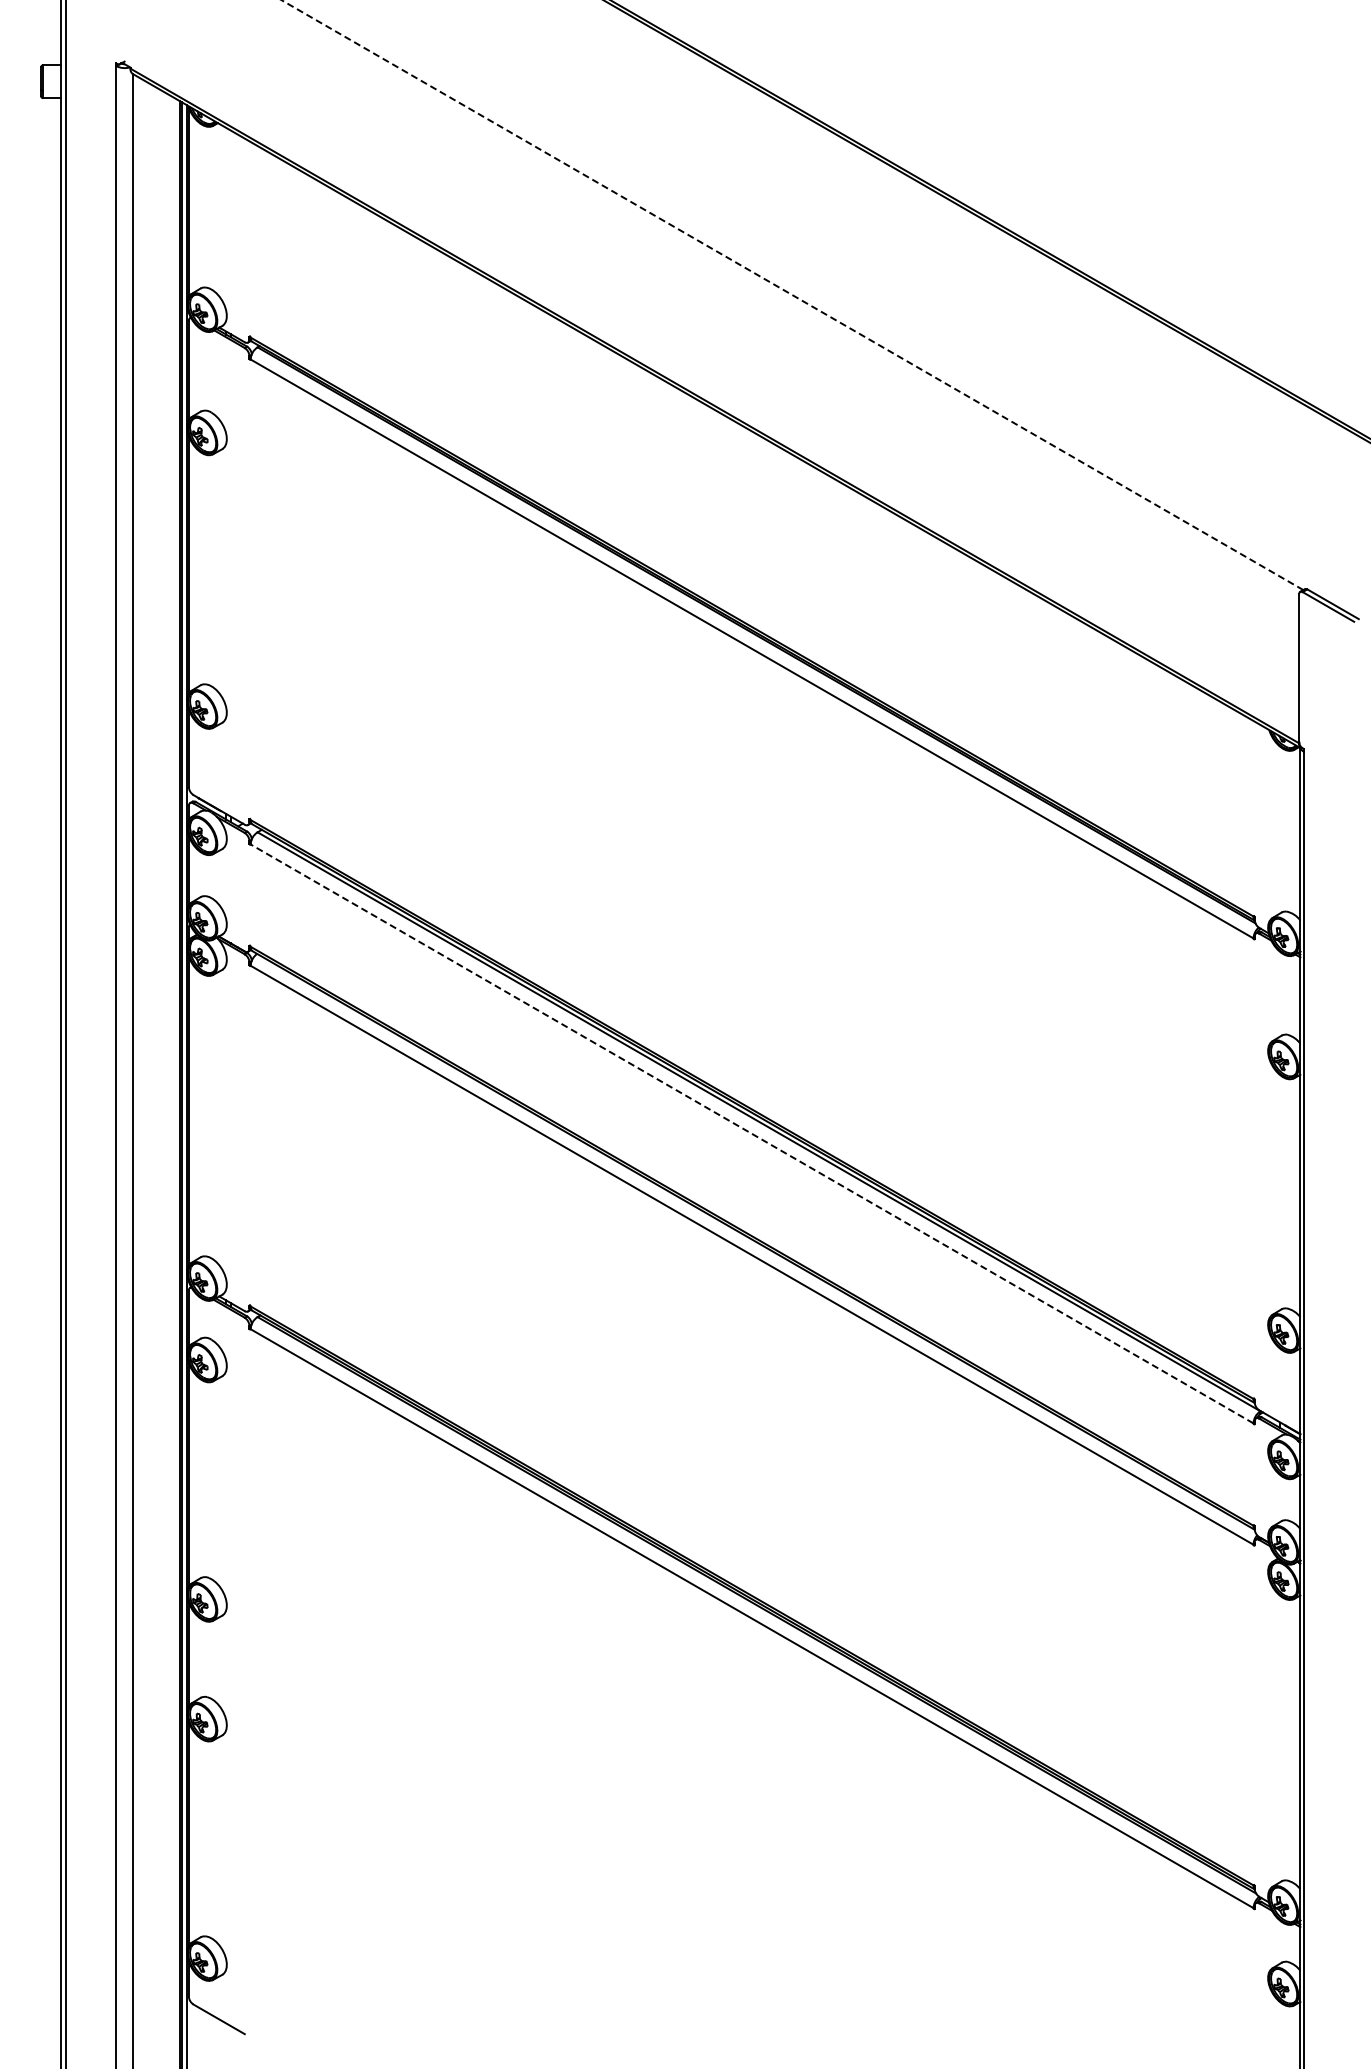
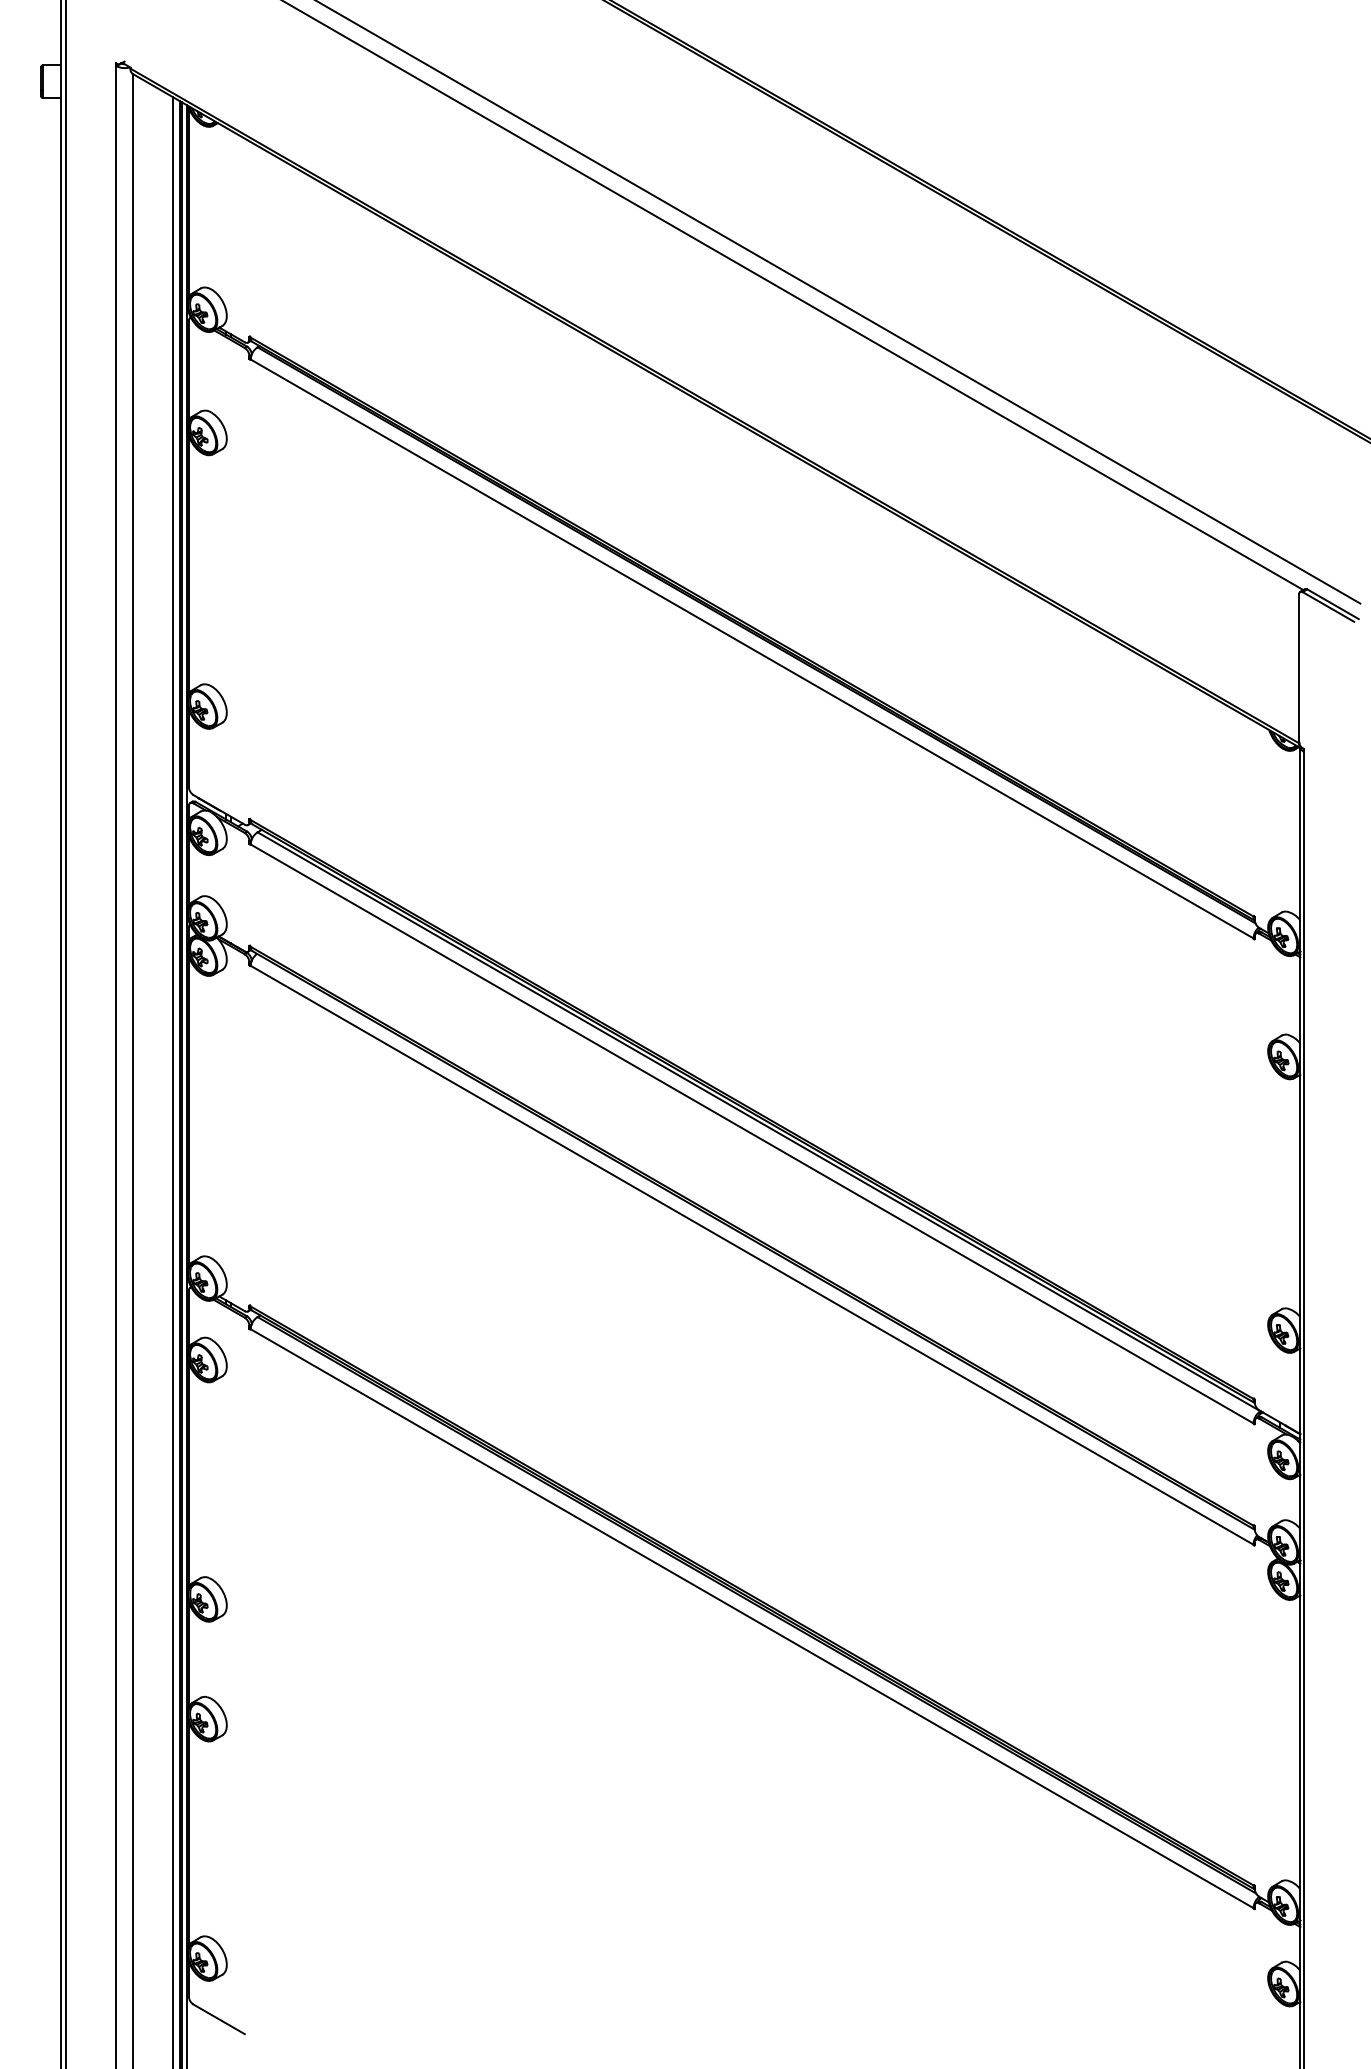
line at (791, 294): dashed -> solid
line at (839, 302): none -> present
line at (172, 1081): none -> present
line at (752, 1133): dashed -> solid
